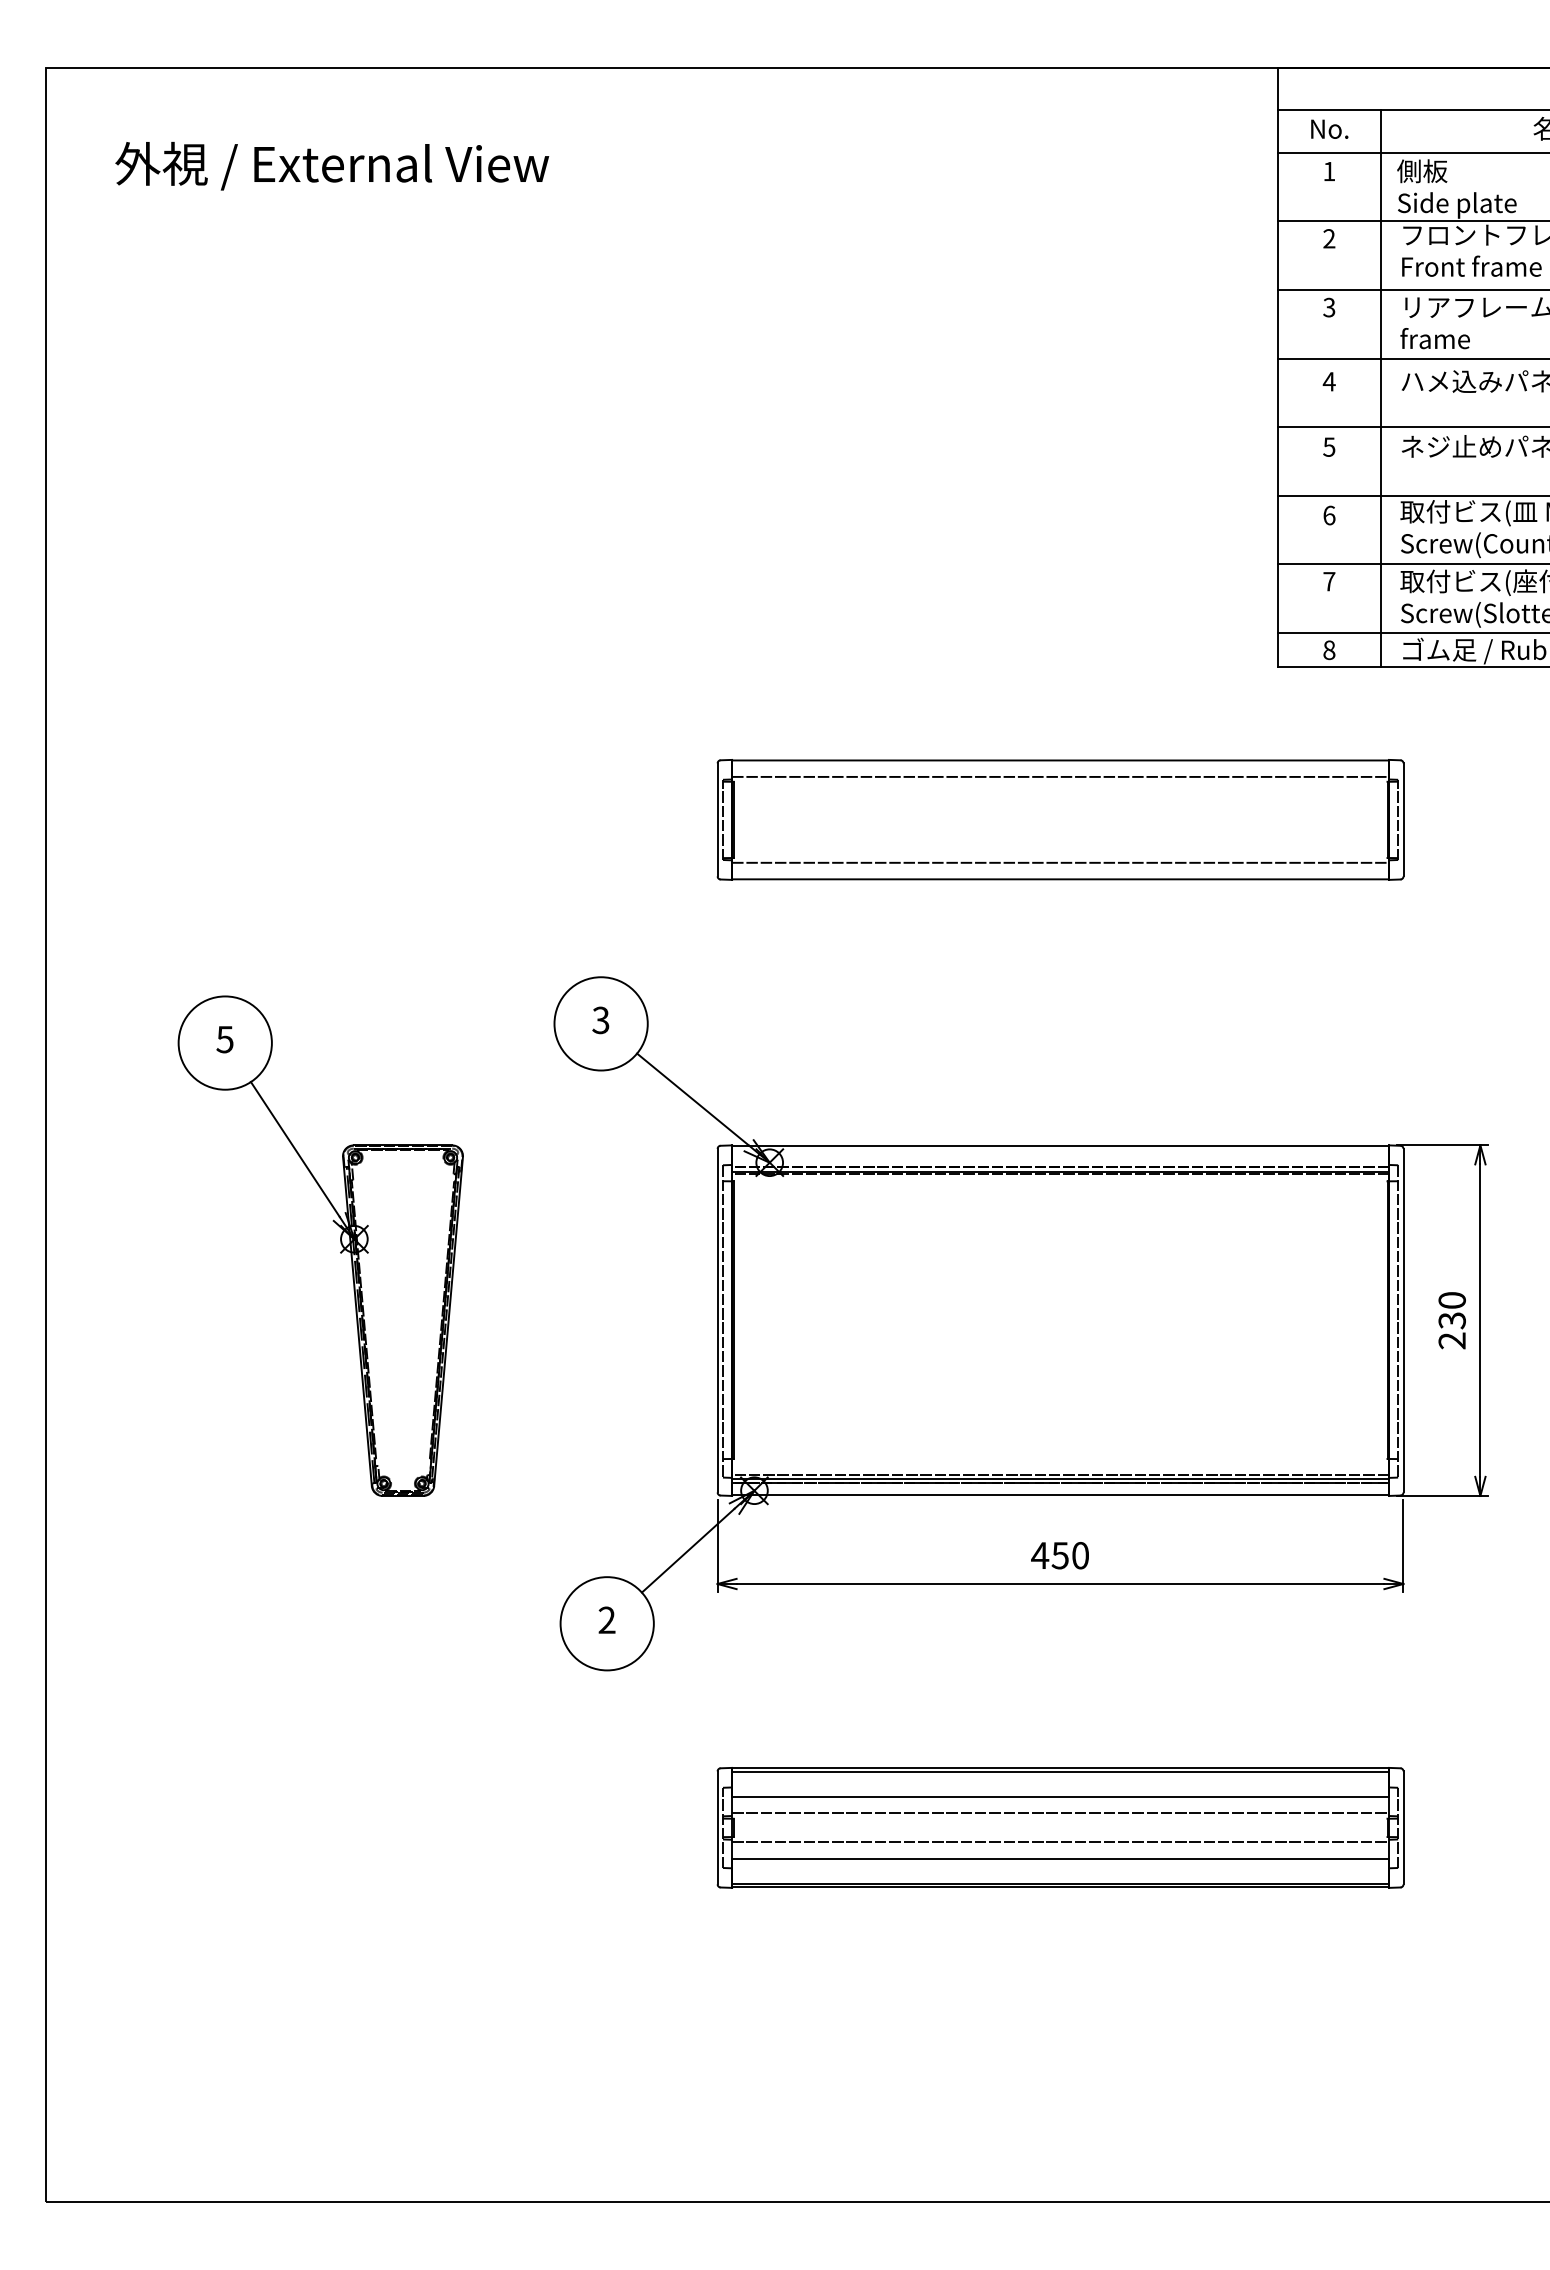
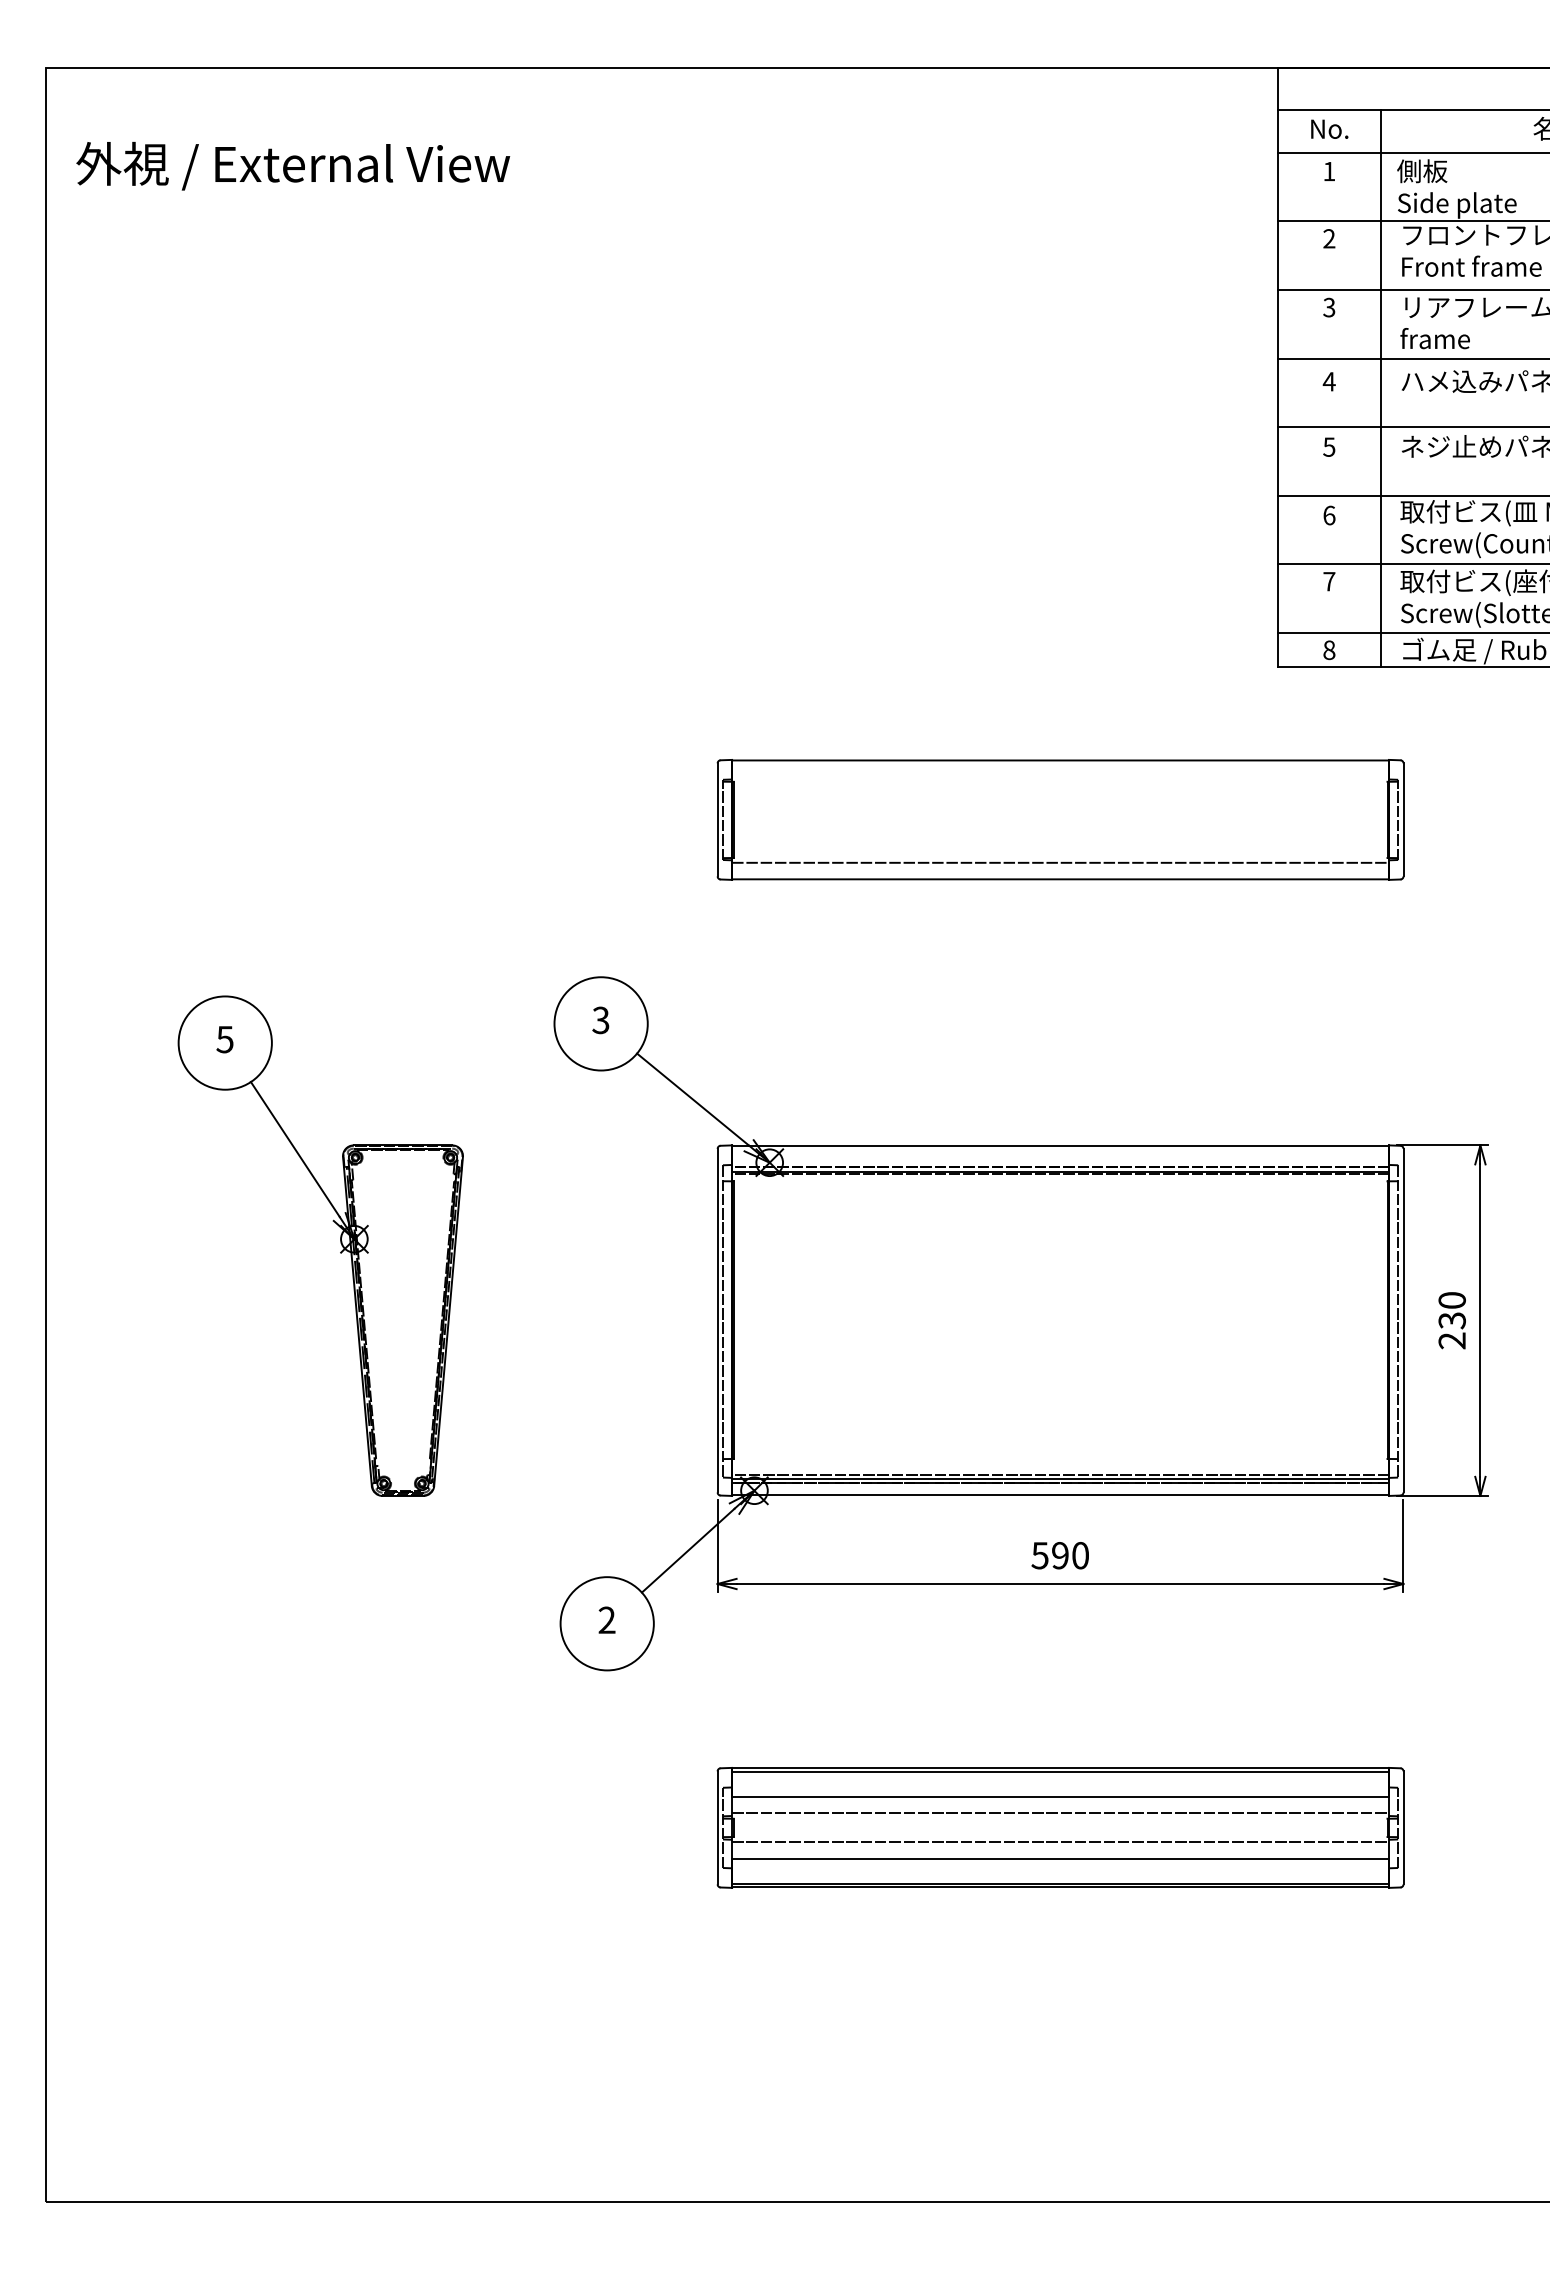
text at (332, 166) position: (332, 166) -> (293, 166)
line at (1060, 776): present -> none
text at (1049, 1555): 450 -> 590
